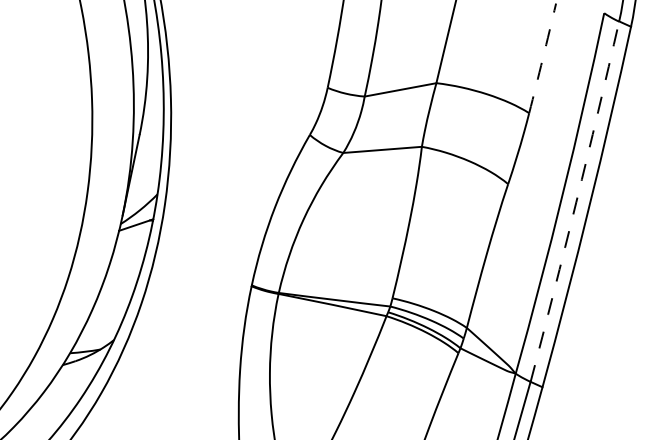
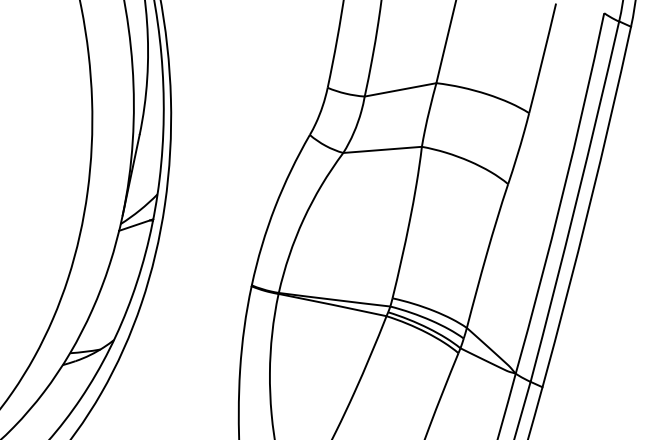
arc at (542, 58): dashed -> solid
arc at (576, 202): dashed -> solid
